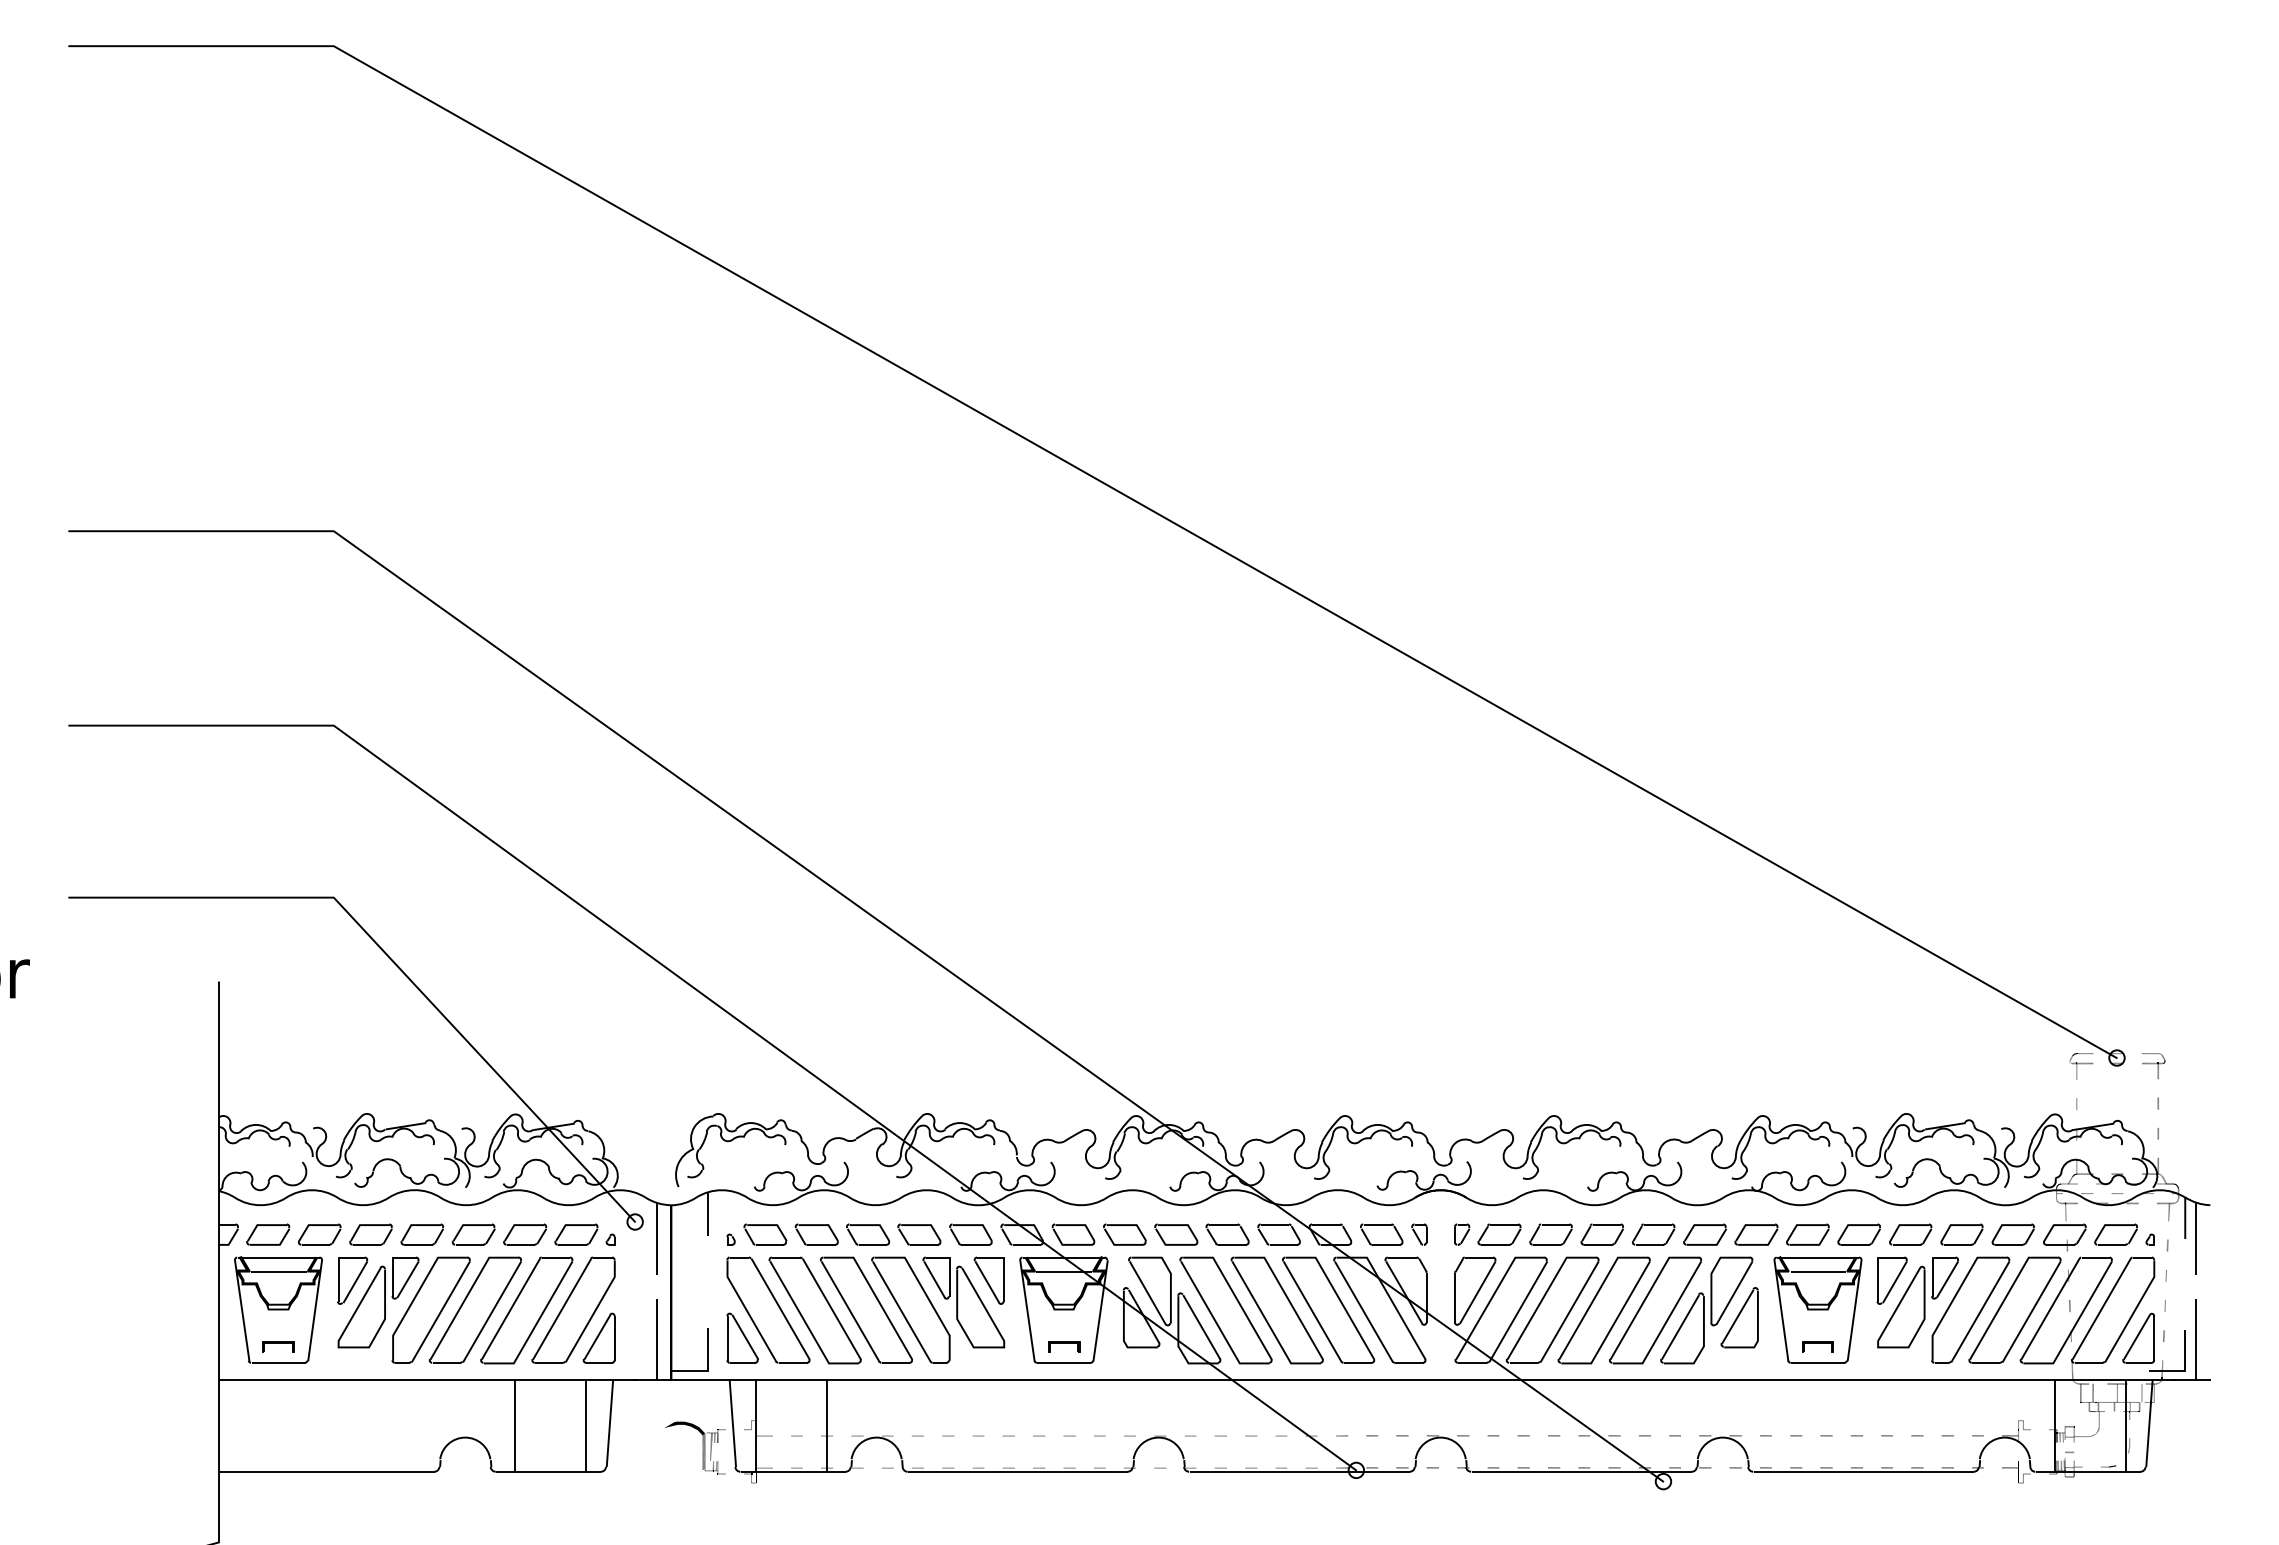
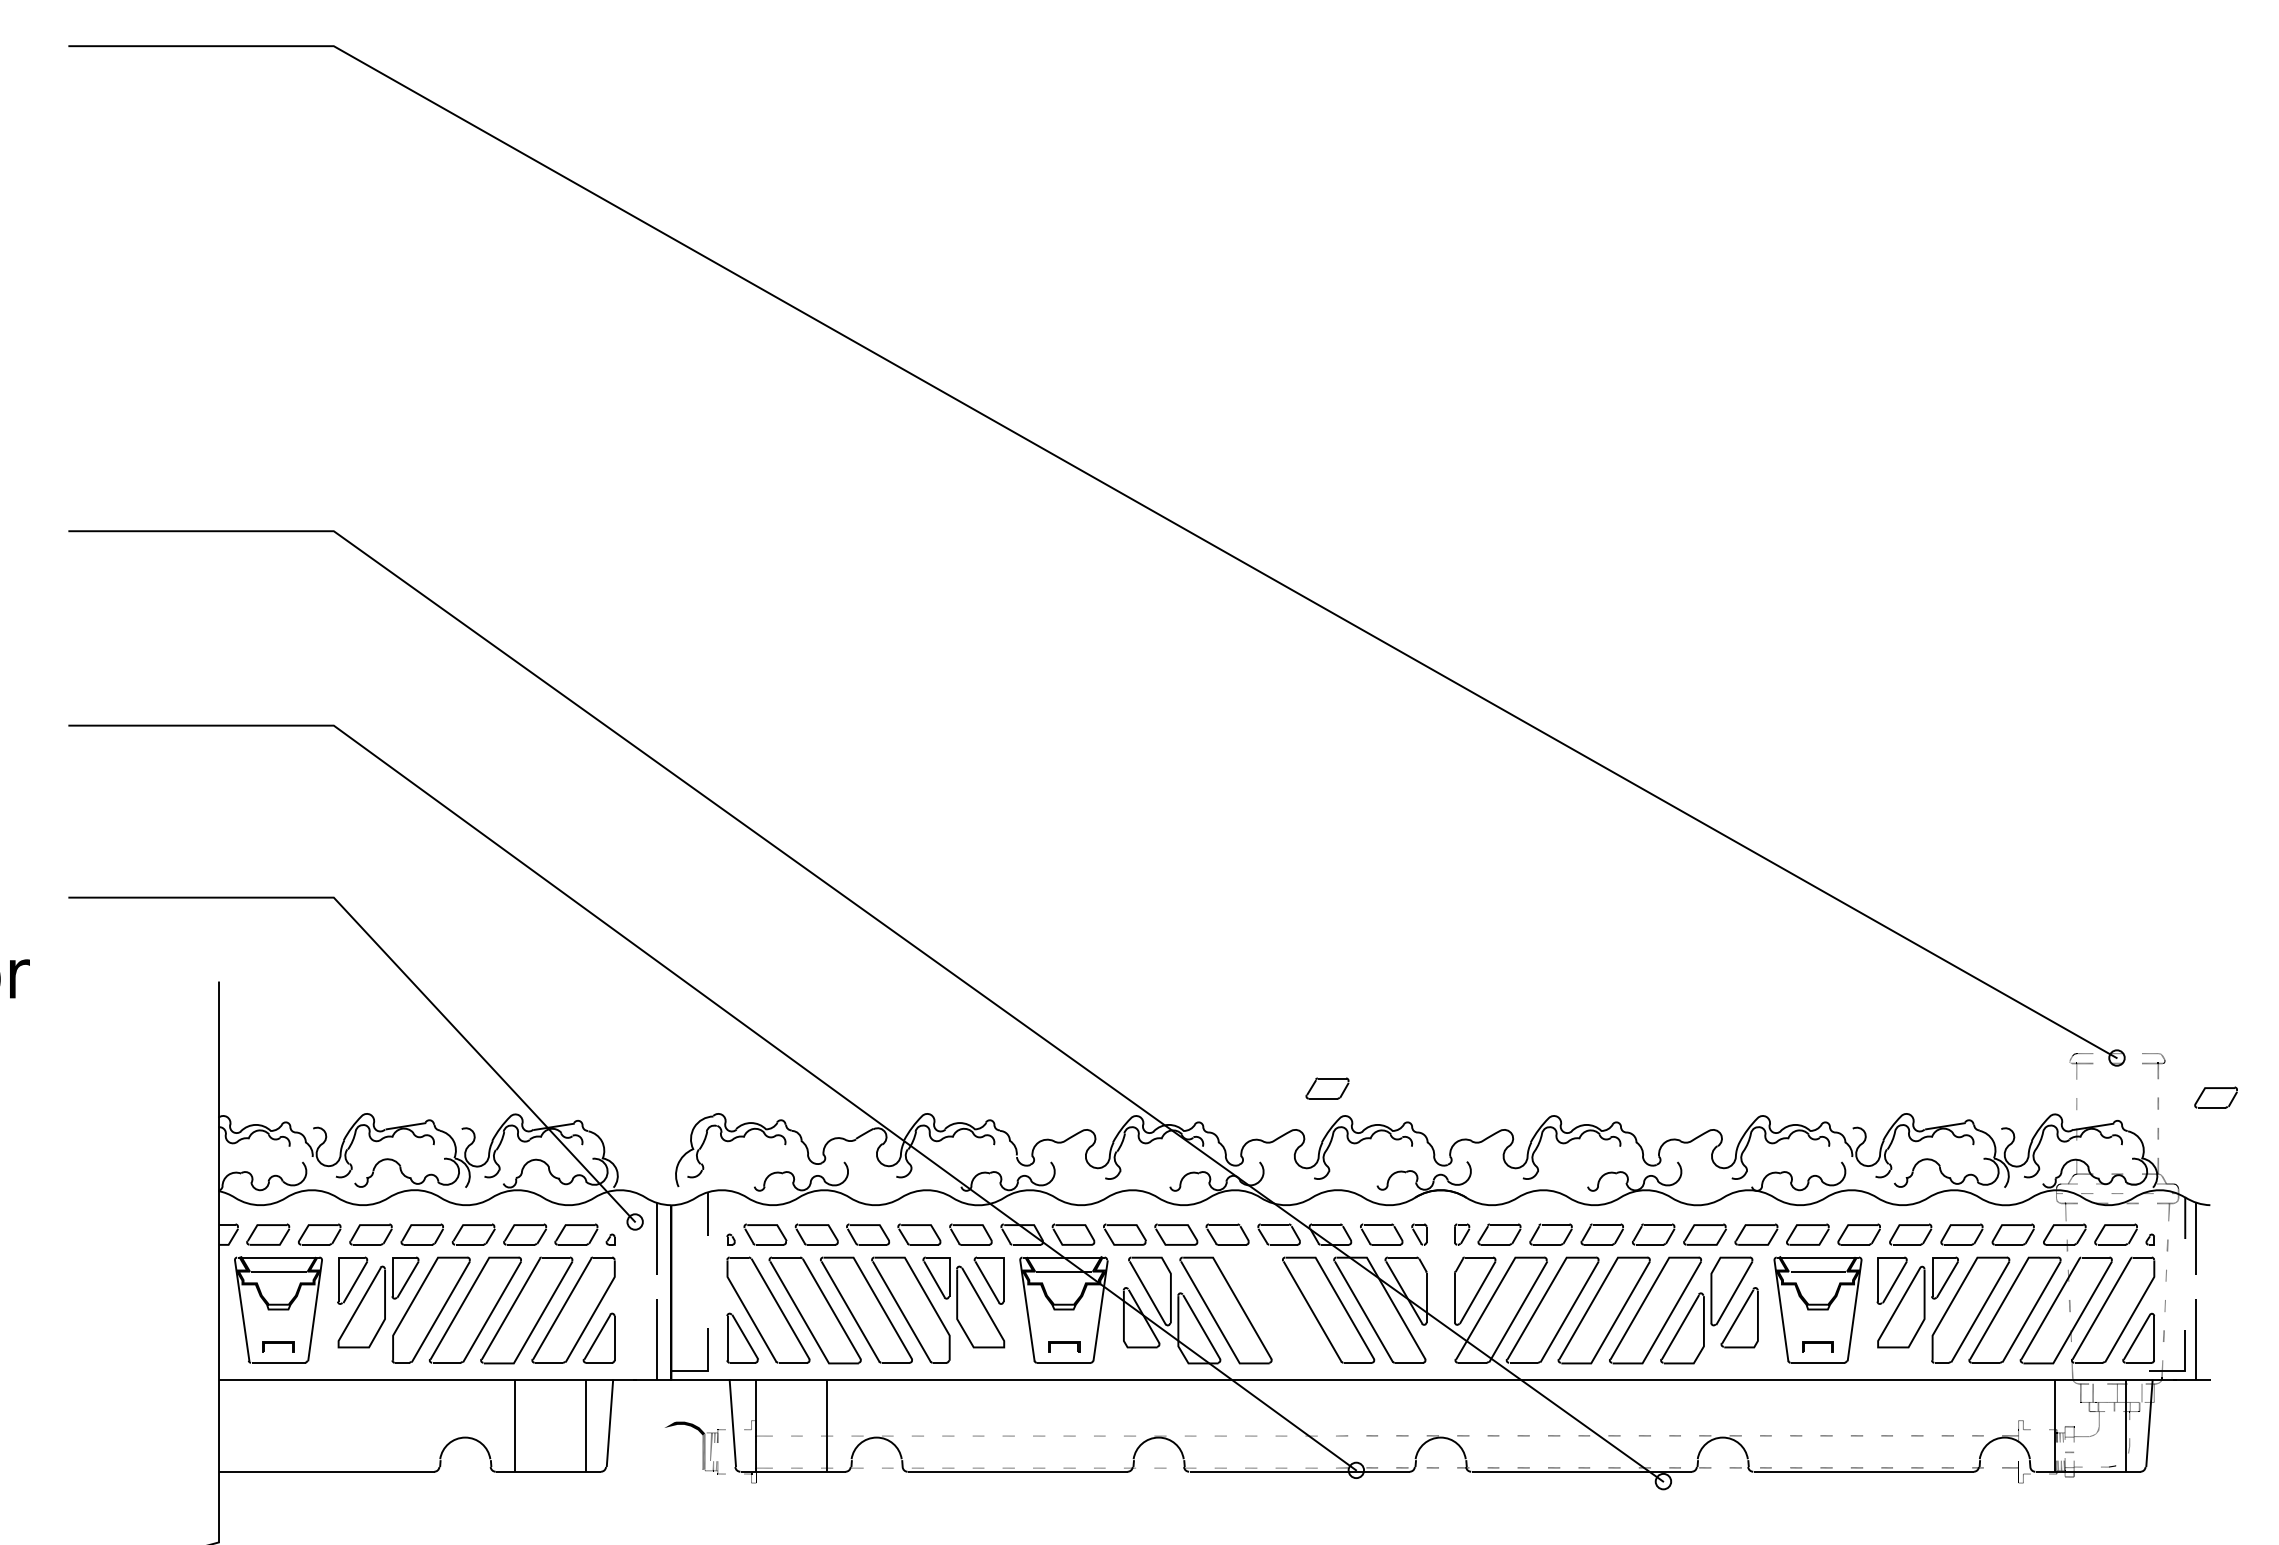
part at (1327, 1088): none -> present
part at (2215, 1097): none -> present
part at (1276, 1310): present -> none
